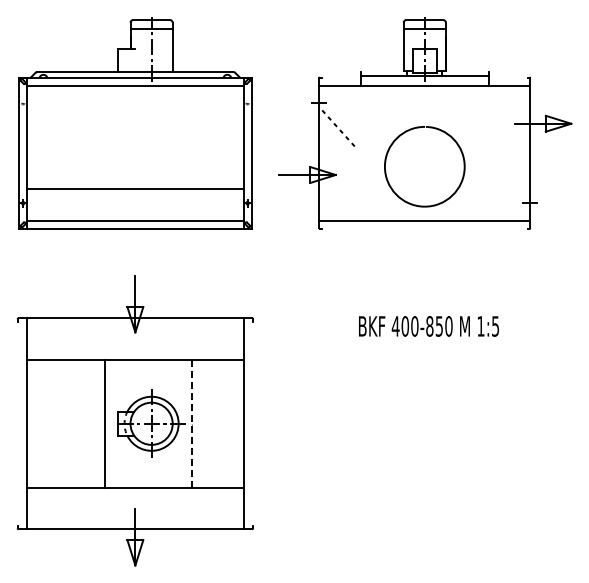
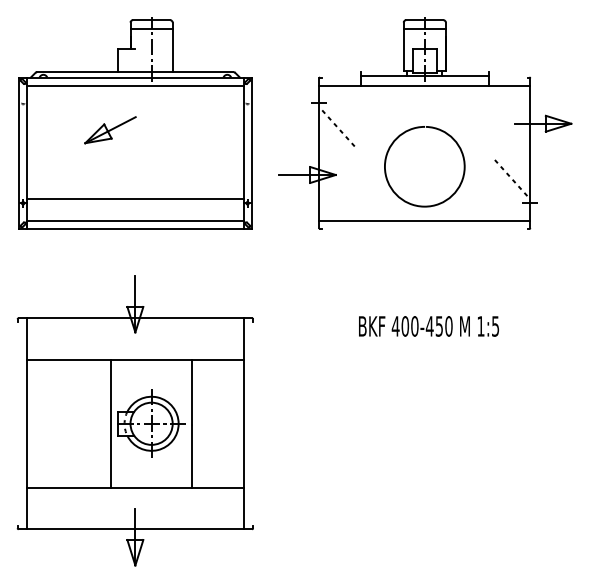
part at (110, 130): none -> present
line at (512, 179): none -> present
line at (135, 189) position: (135, 189) -> (135, 199)
text at (429, 326): 400-850 -> 400-450
line at (105, 423) position: (105, 423) -> (111, 423)
line at (192, 423): dashed -> solid
